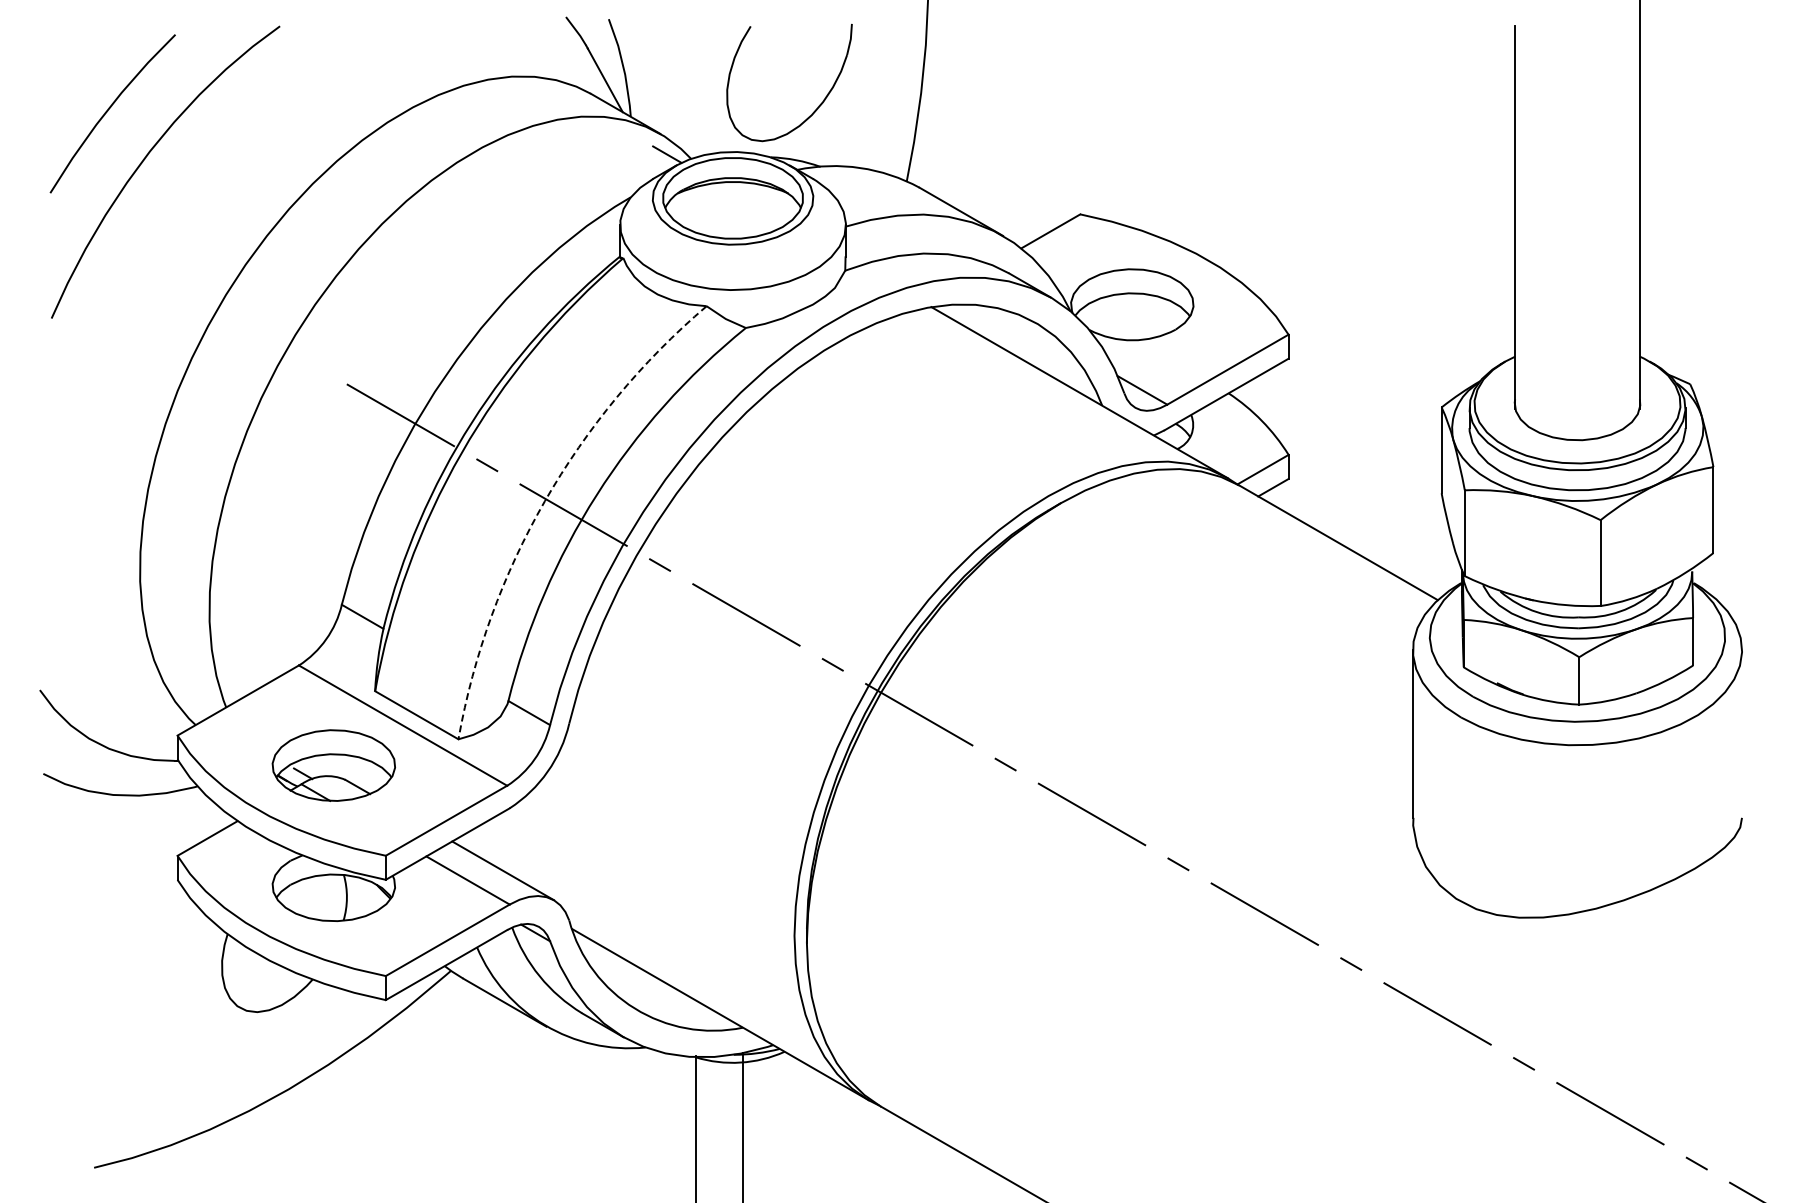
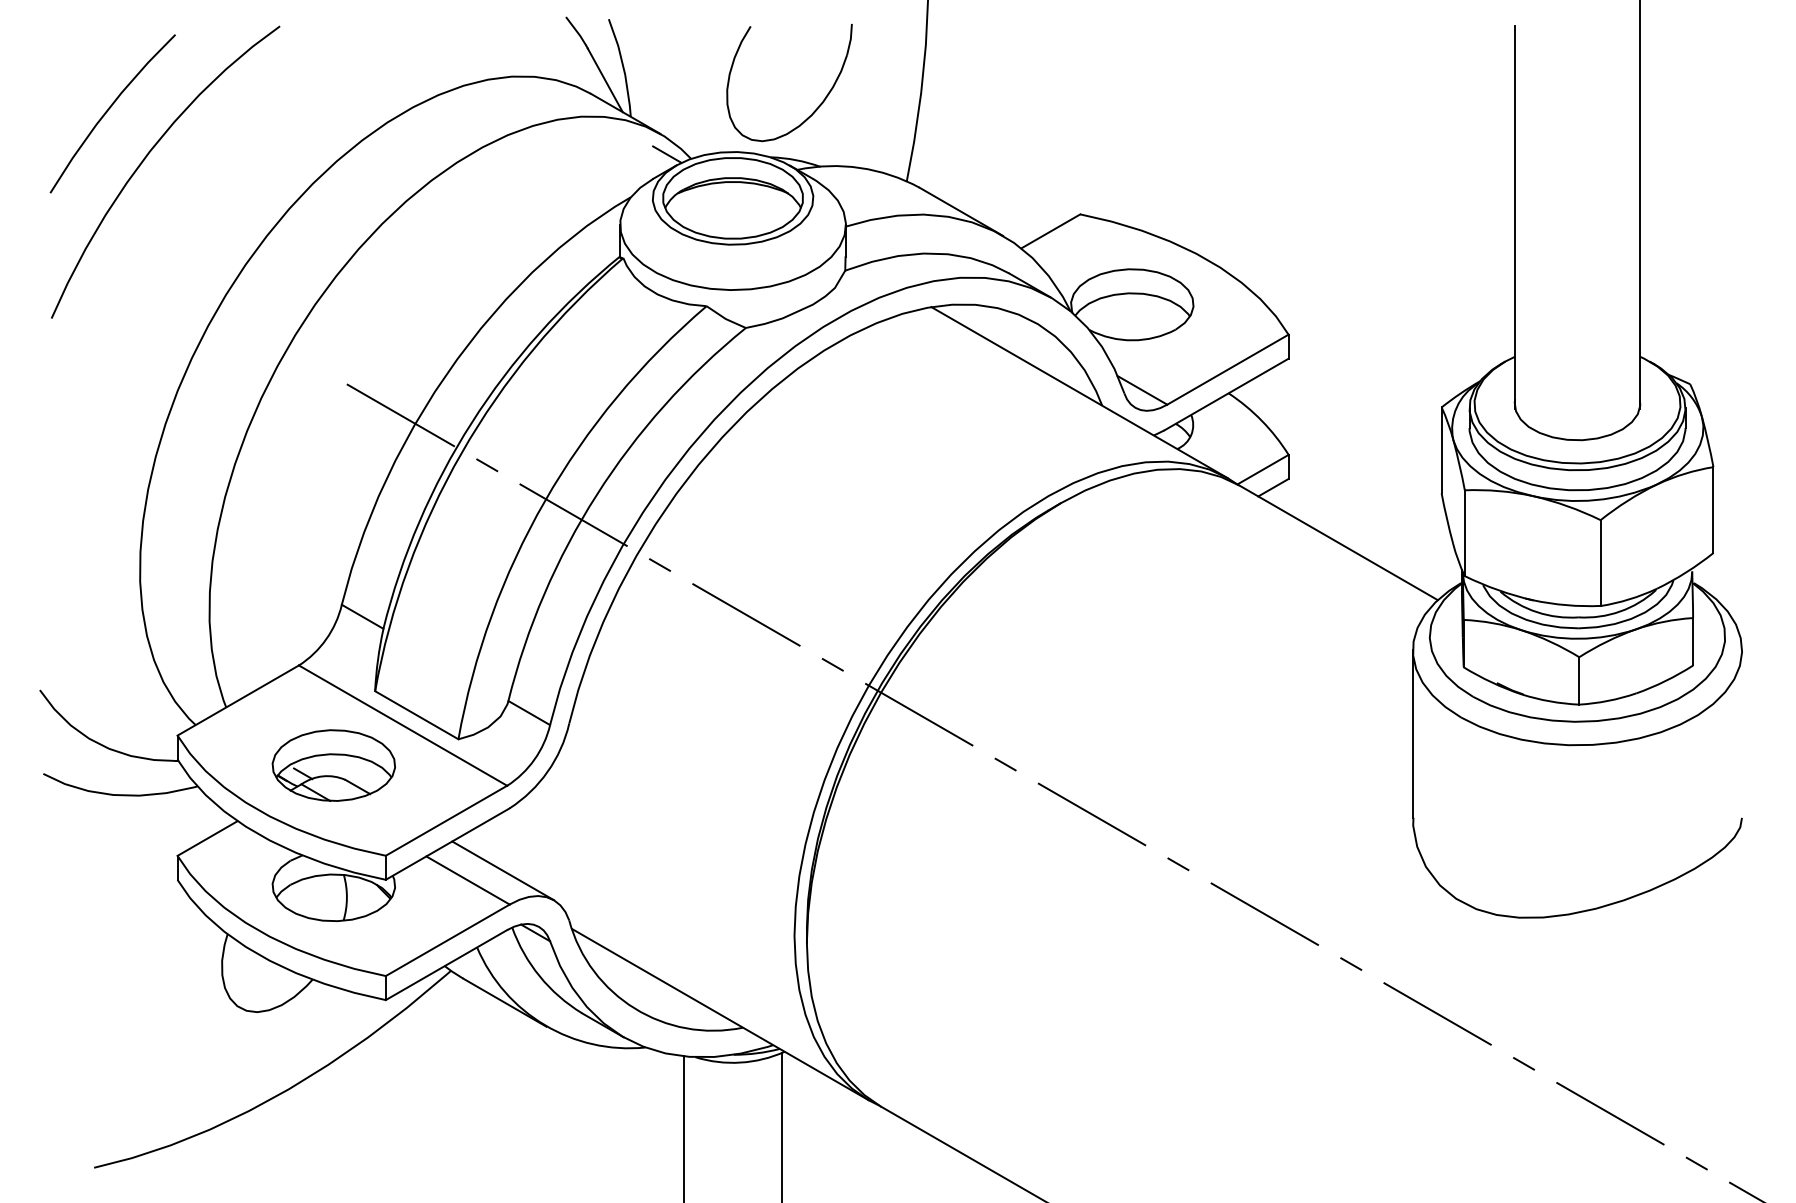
arc at (544, 501): dashed -> solid
line at (743, 1125) position: (743, 1125) -> (782, 1125)
line at (696, 1127) position: (696, 1127) -> (684, 1127)
